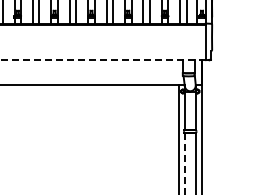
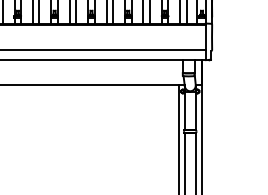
line at (103, 50): none -> present
line at (102, 59): dashed -> solid
line at (184, 164): dashed -> solid
